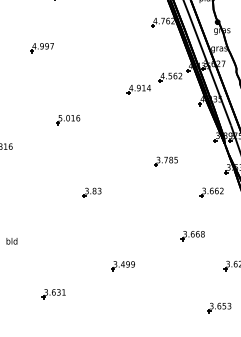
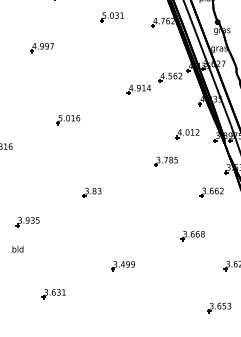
part at (111, 17): none -> present
part at (187, 134): none -> present
part at (27, 222): none -> present
text at (11, 241) position: (11, 241) -> (17, 249)
